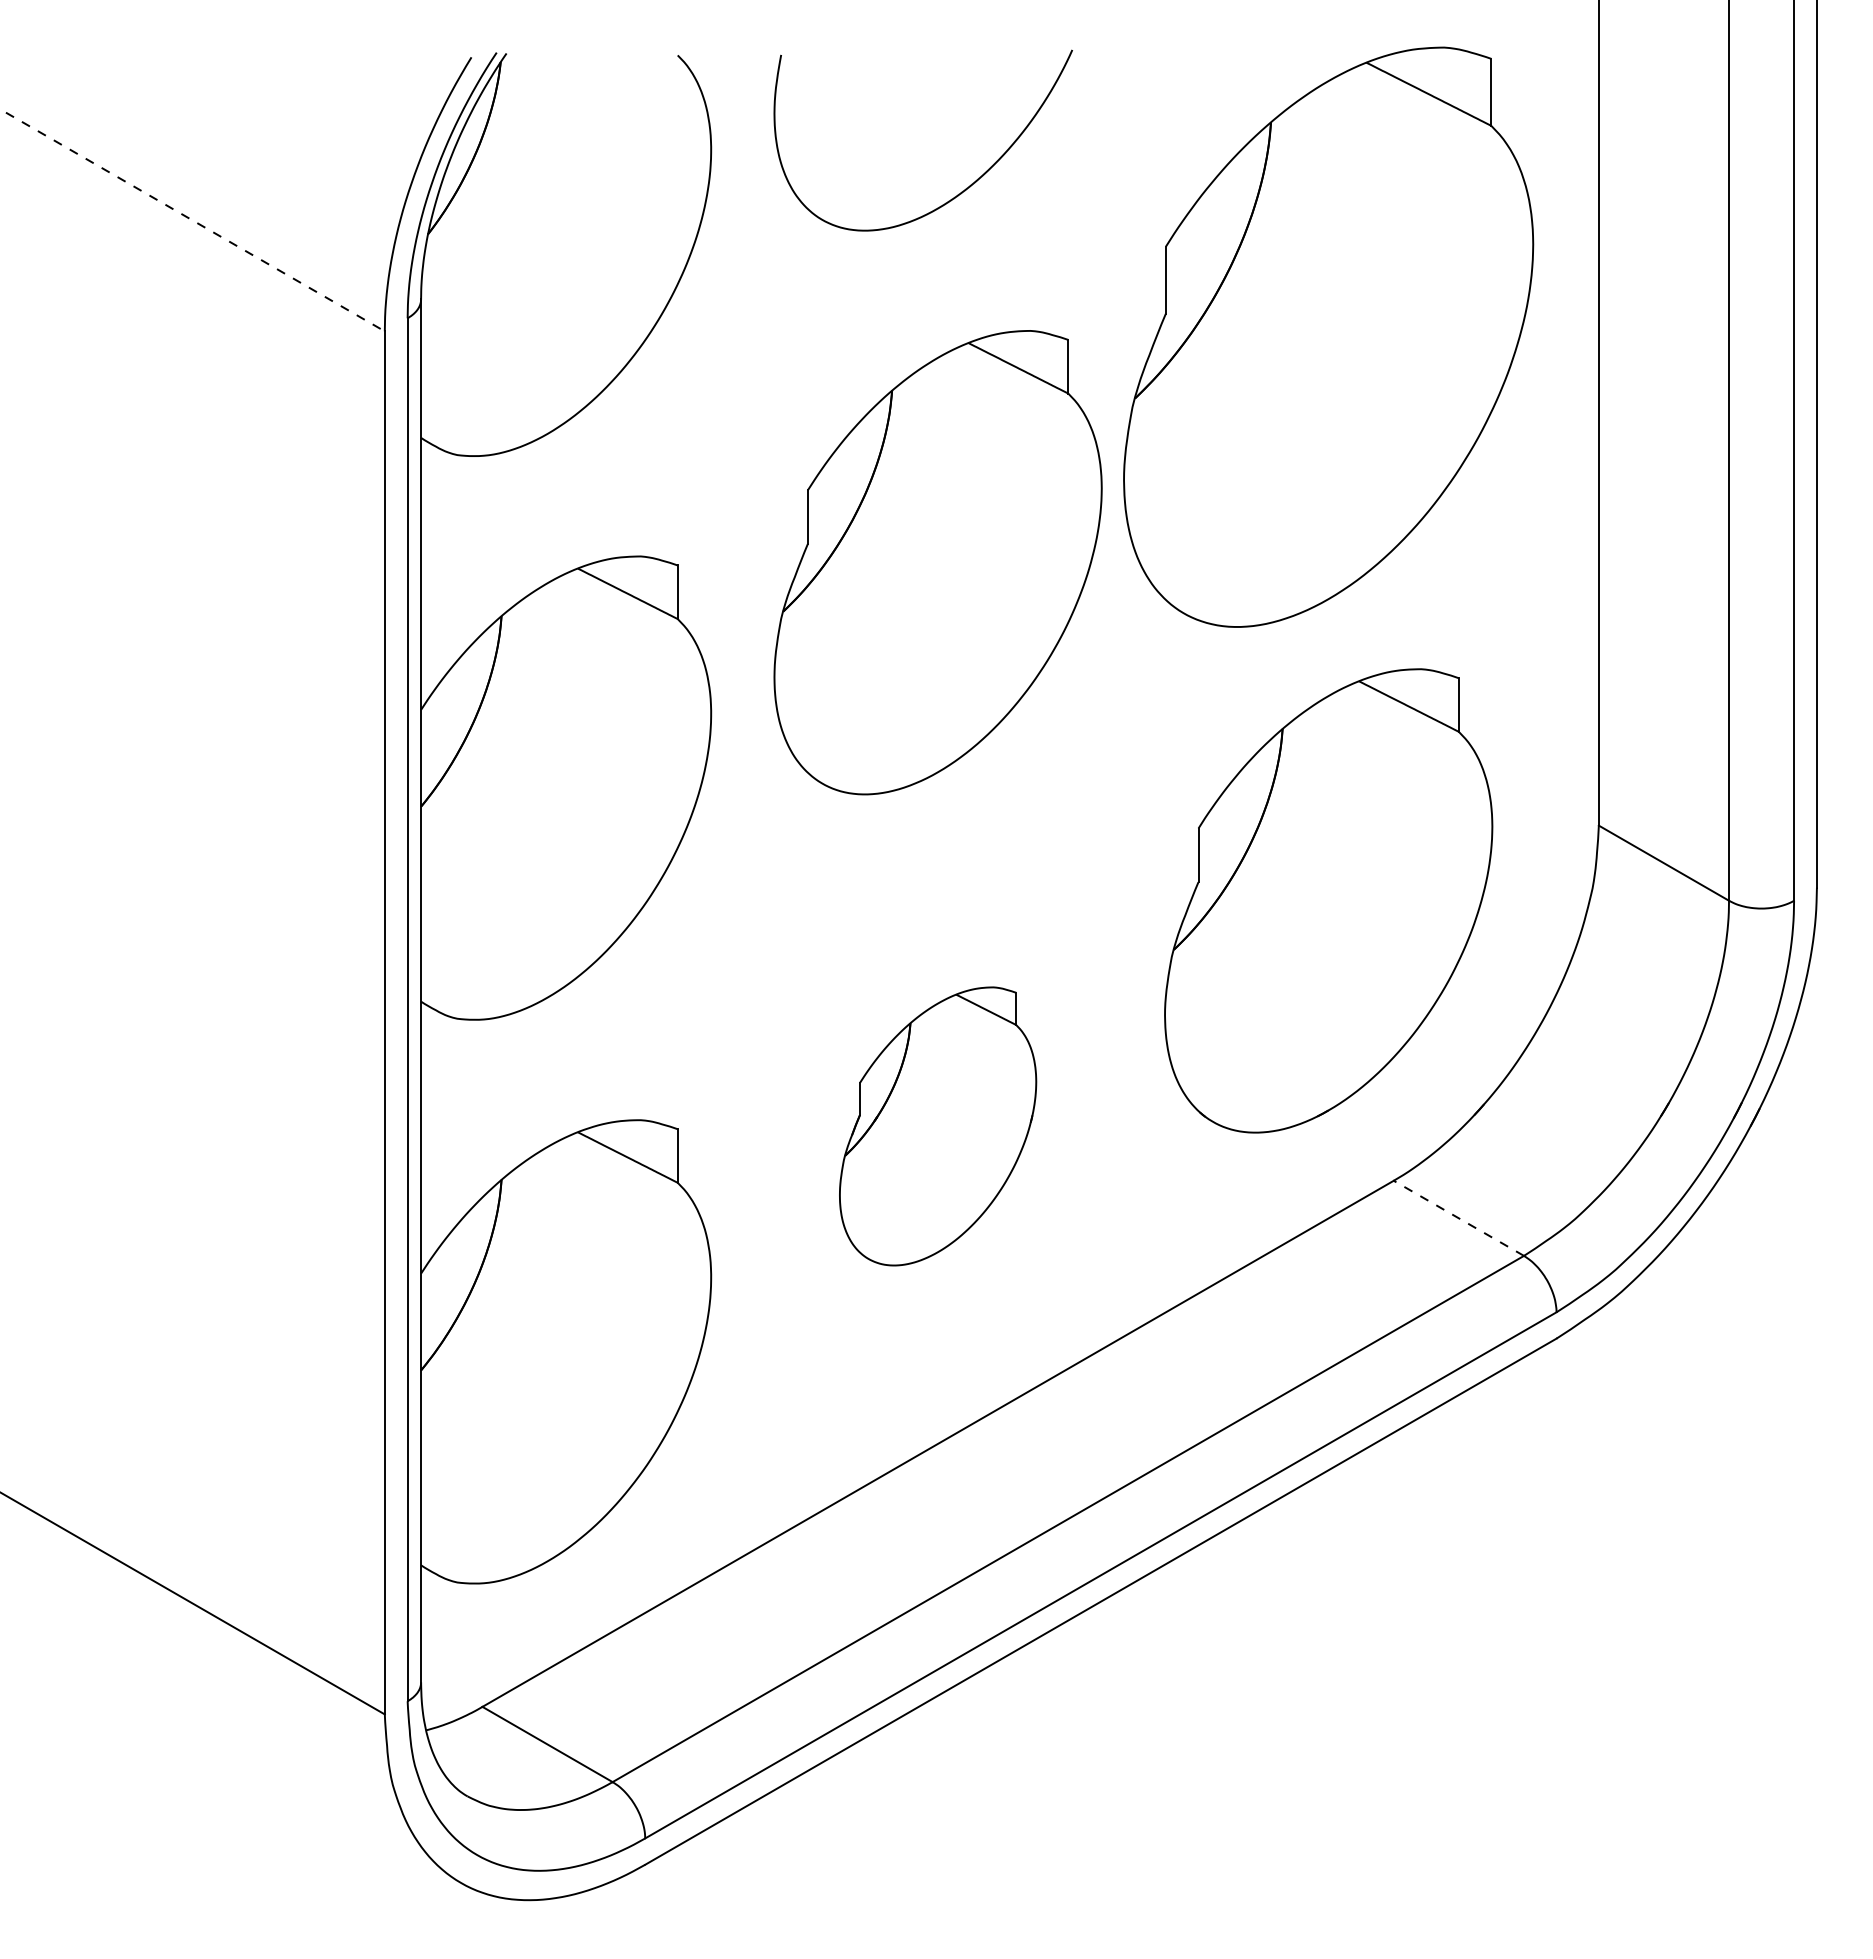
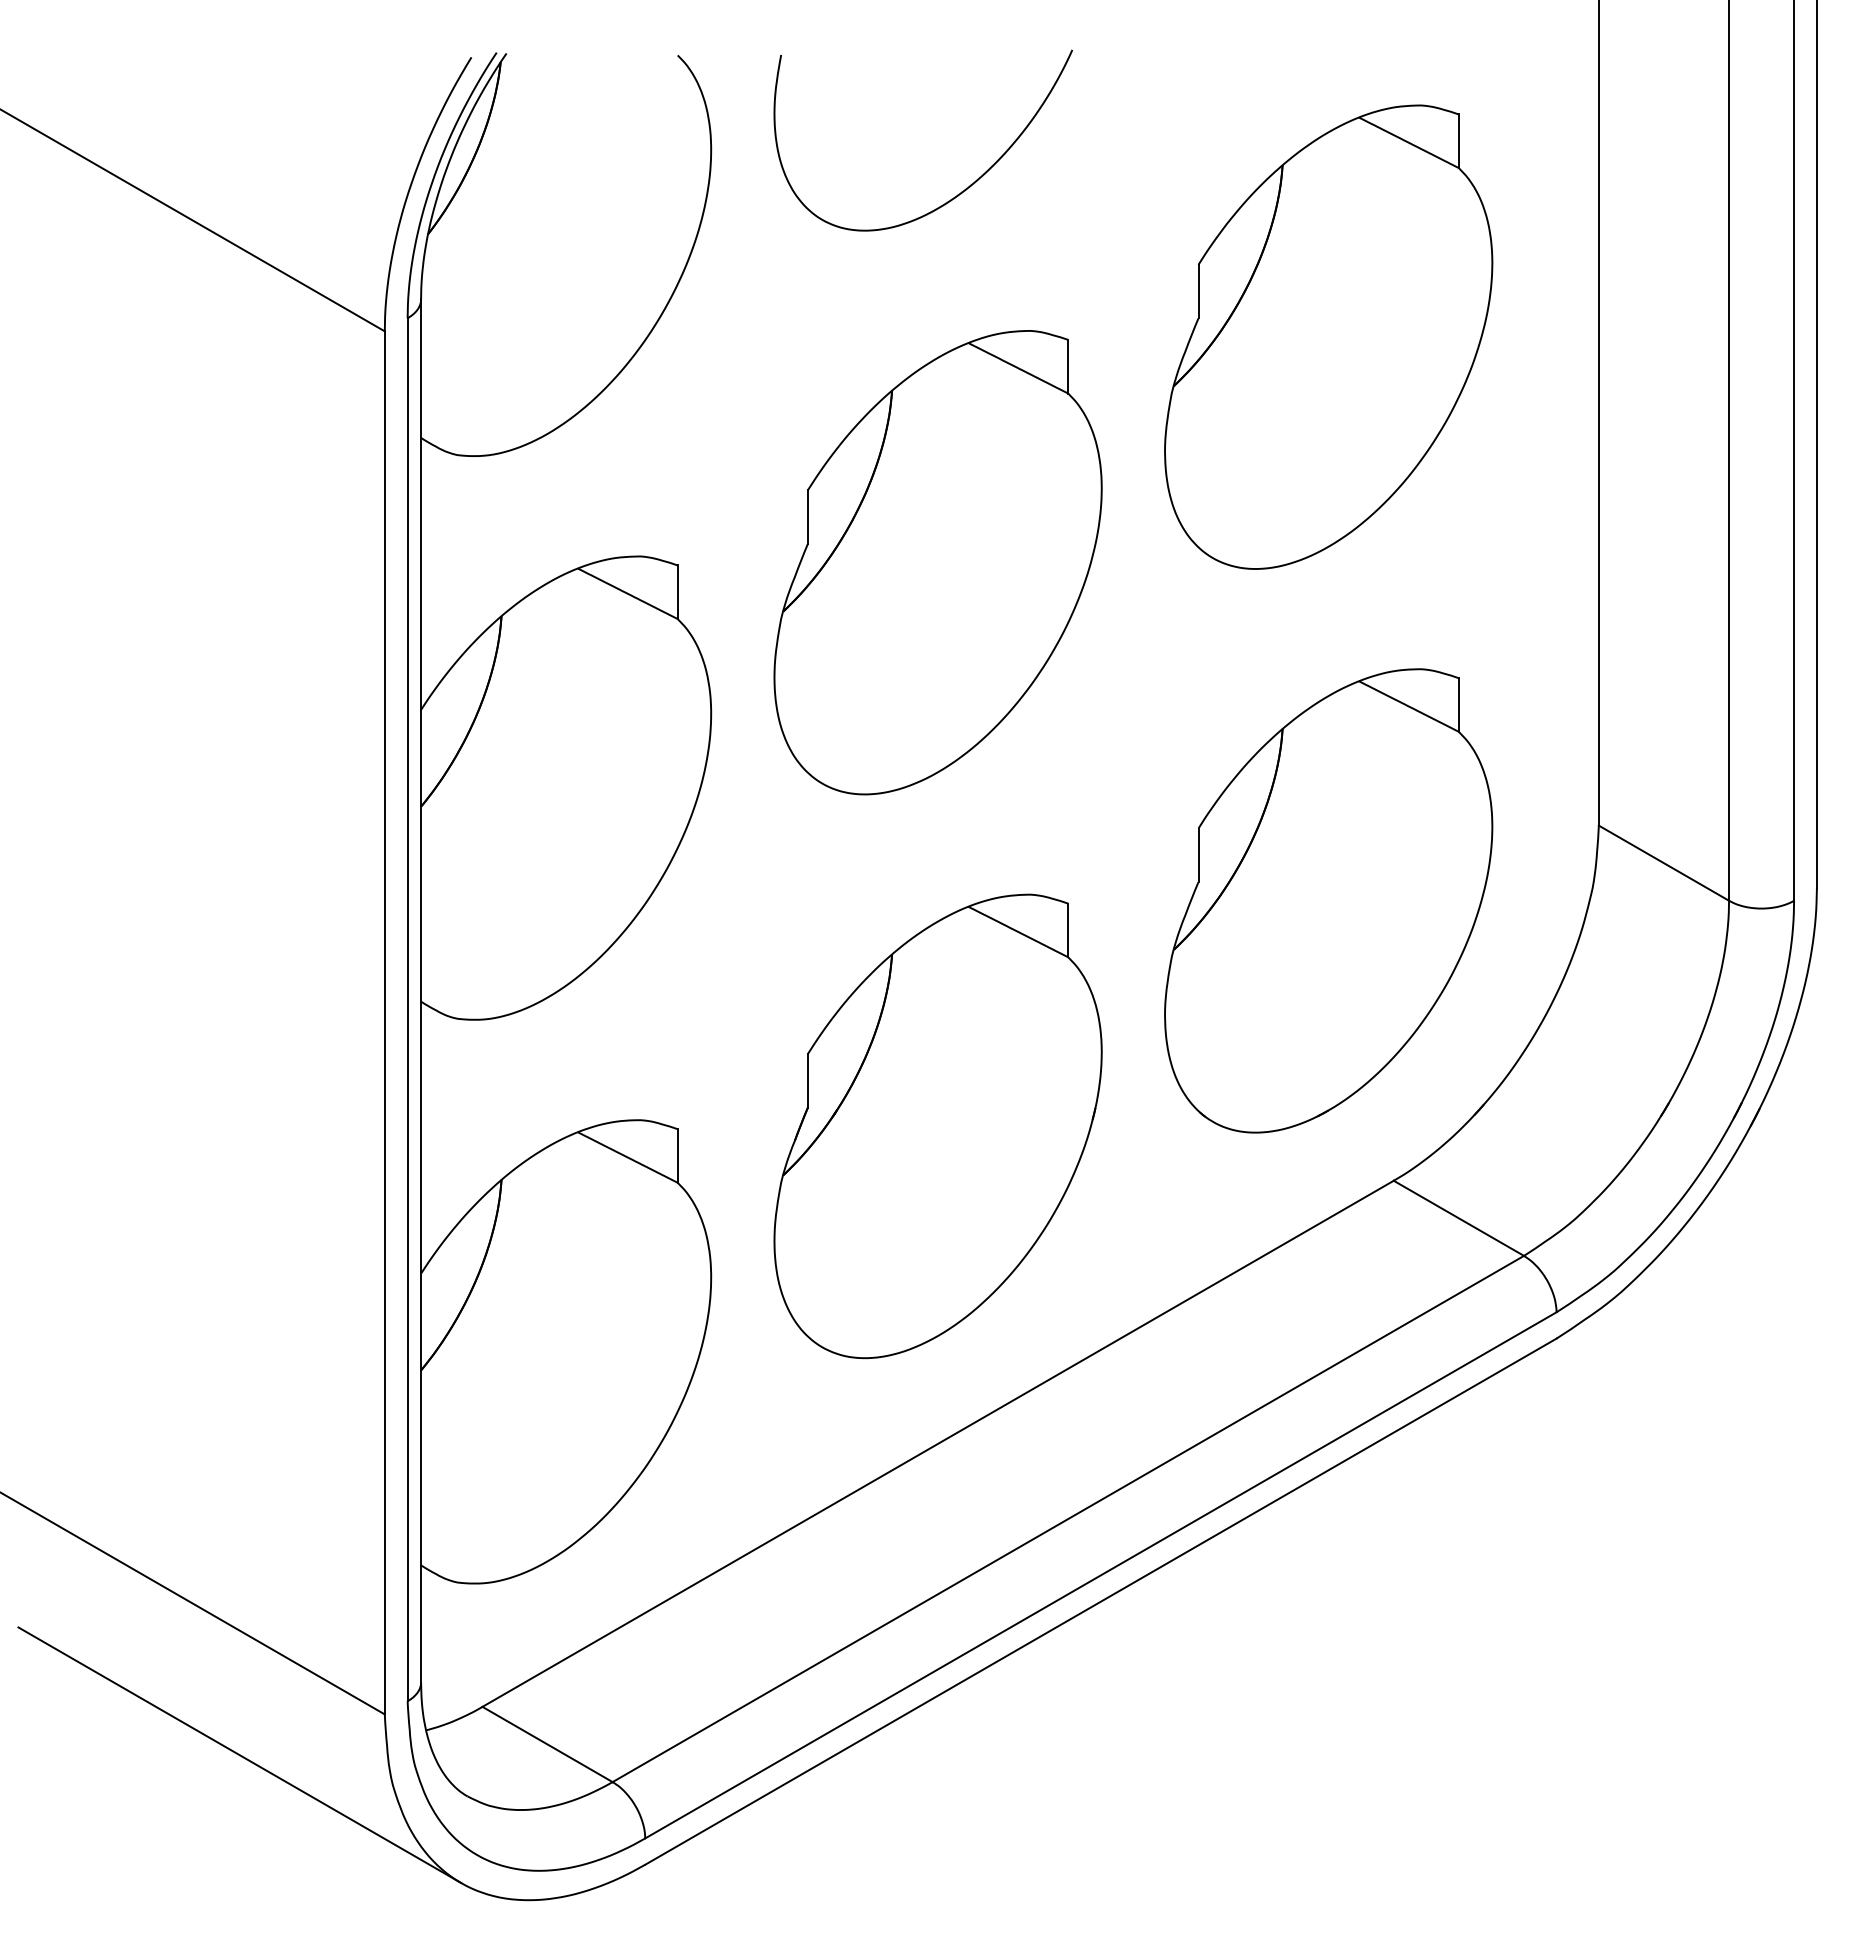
line at (192, 220): dashed -> solid
part at (1328, 336) size: 412x582 px -> 330x466 px
part at (938, 1126) size: 199x281 px -> 330x467 px
line at (1458, 1218): dashed -> solid
line at (239, 1754): none -> present
